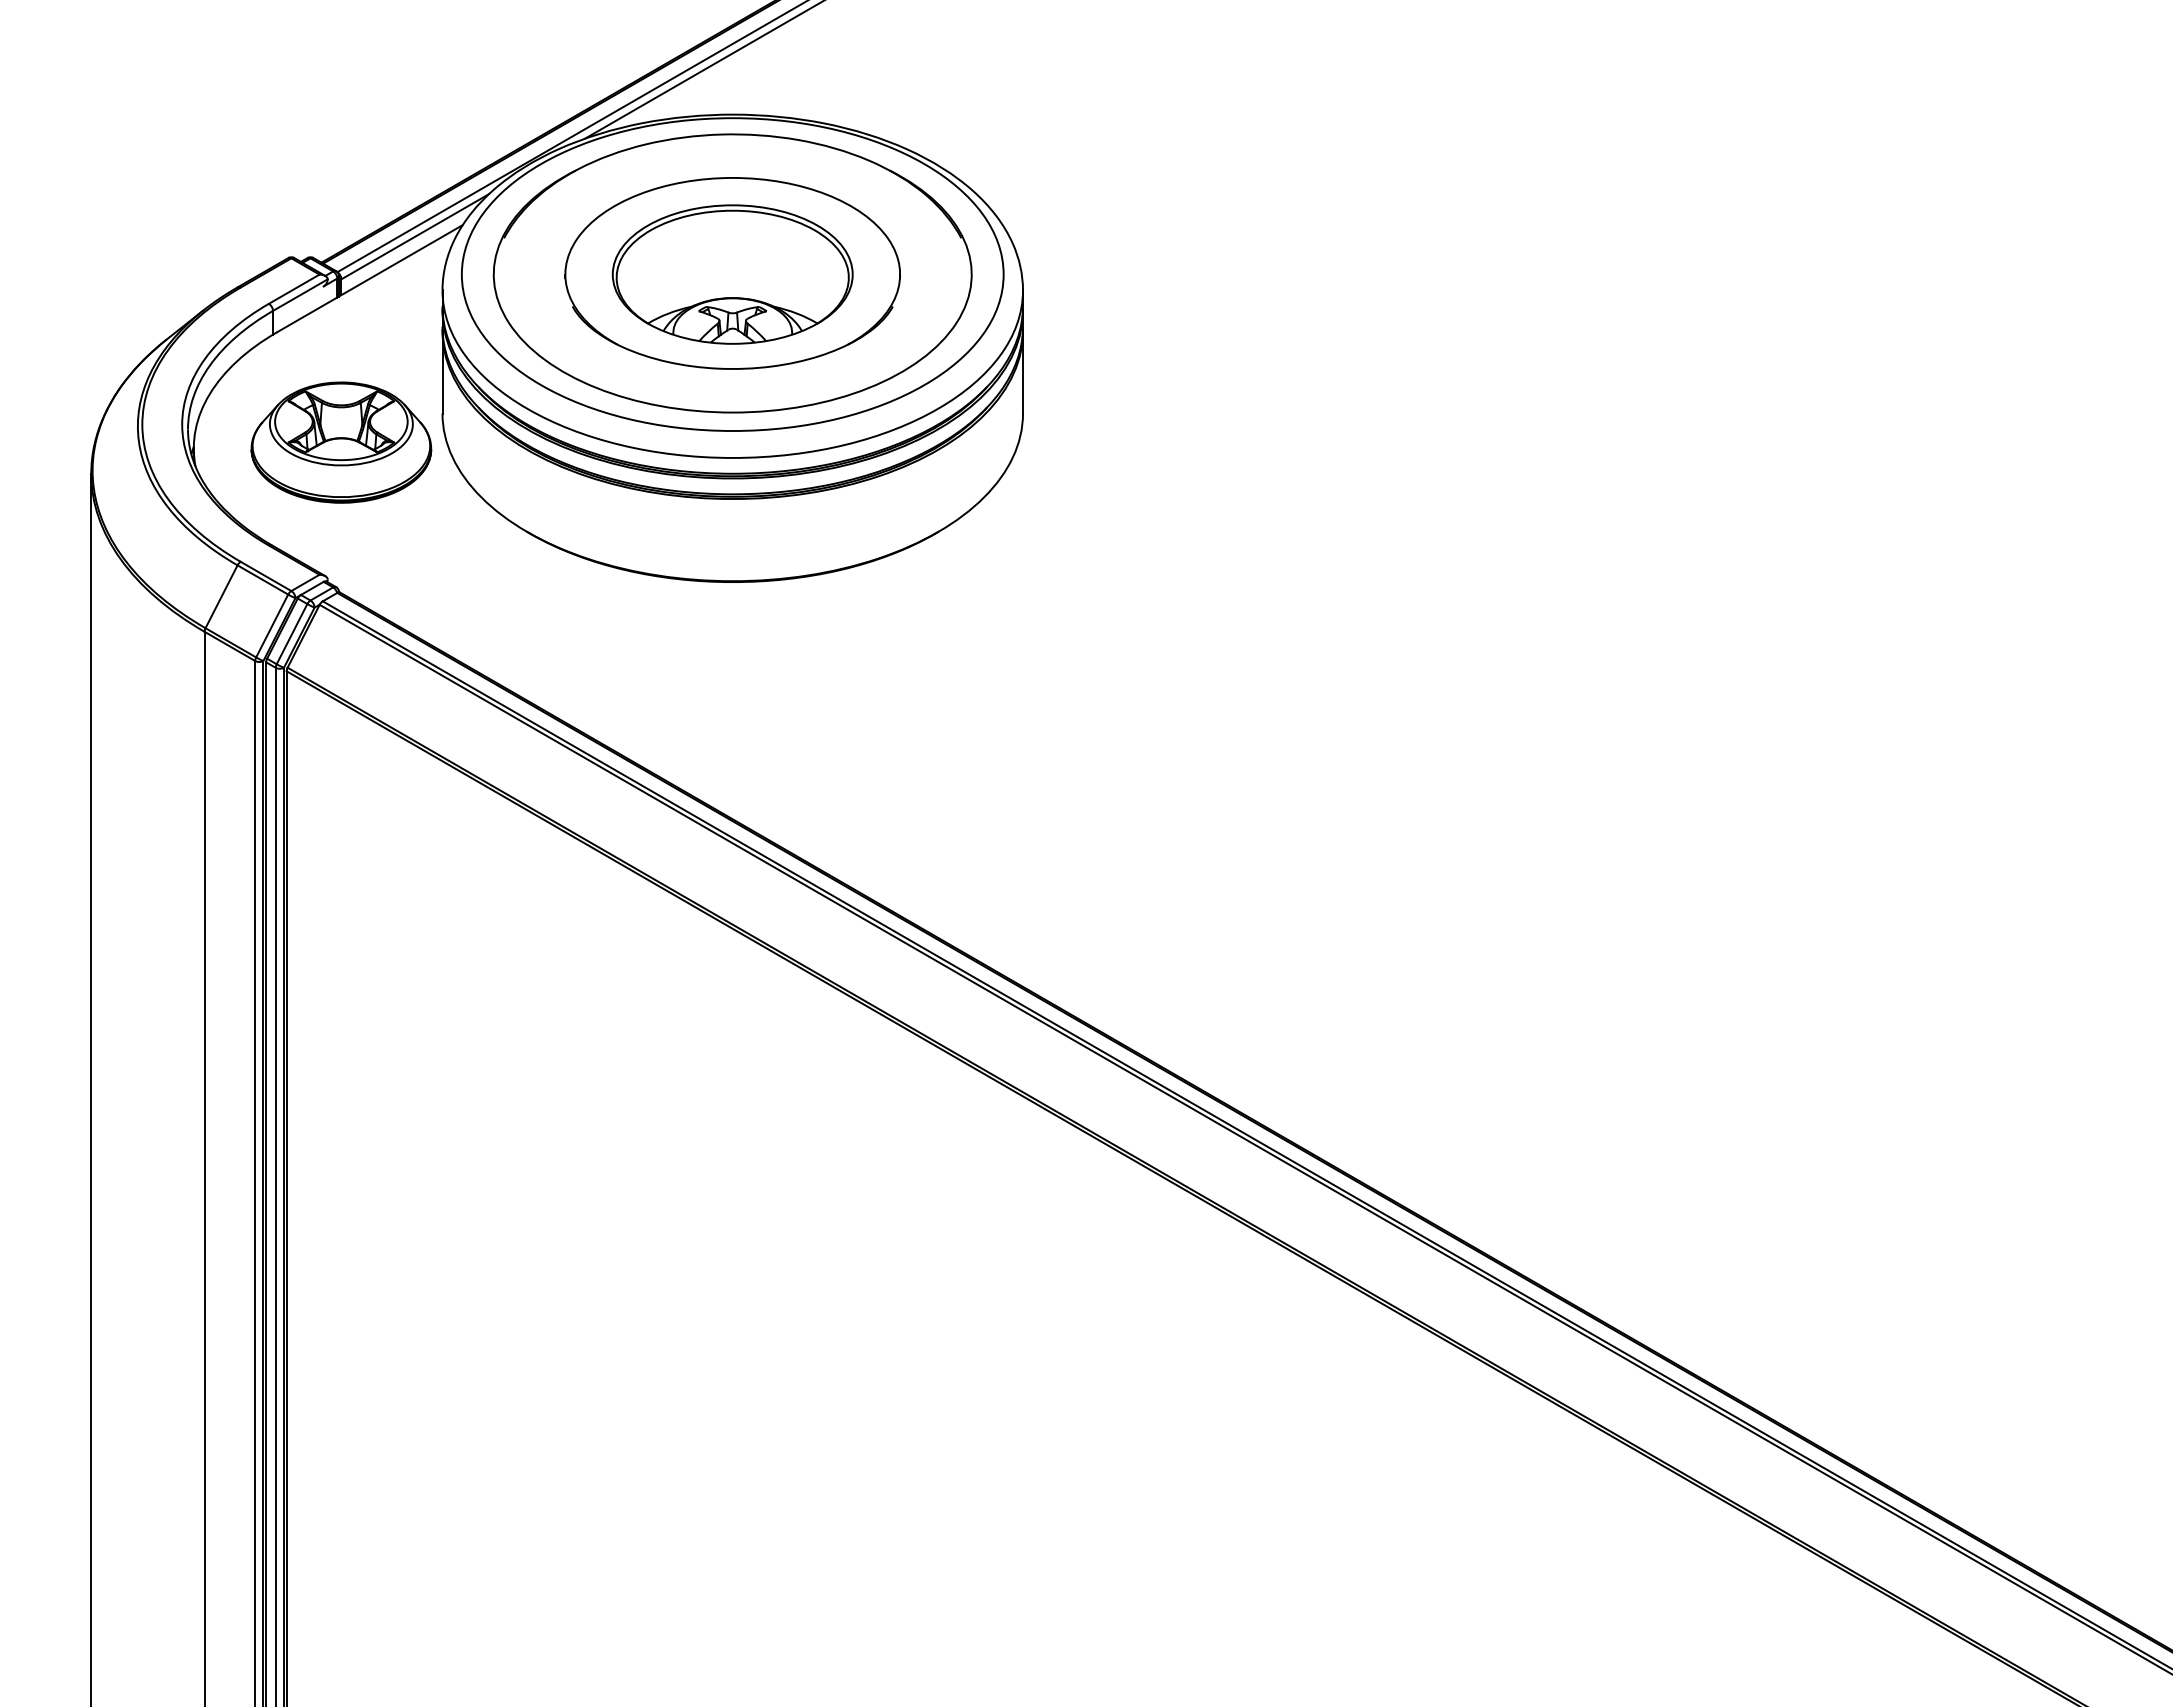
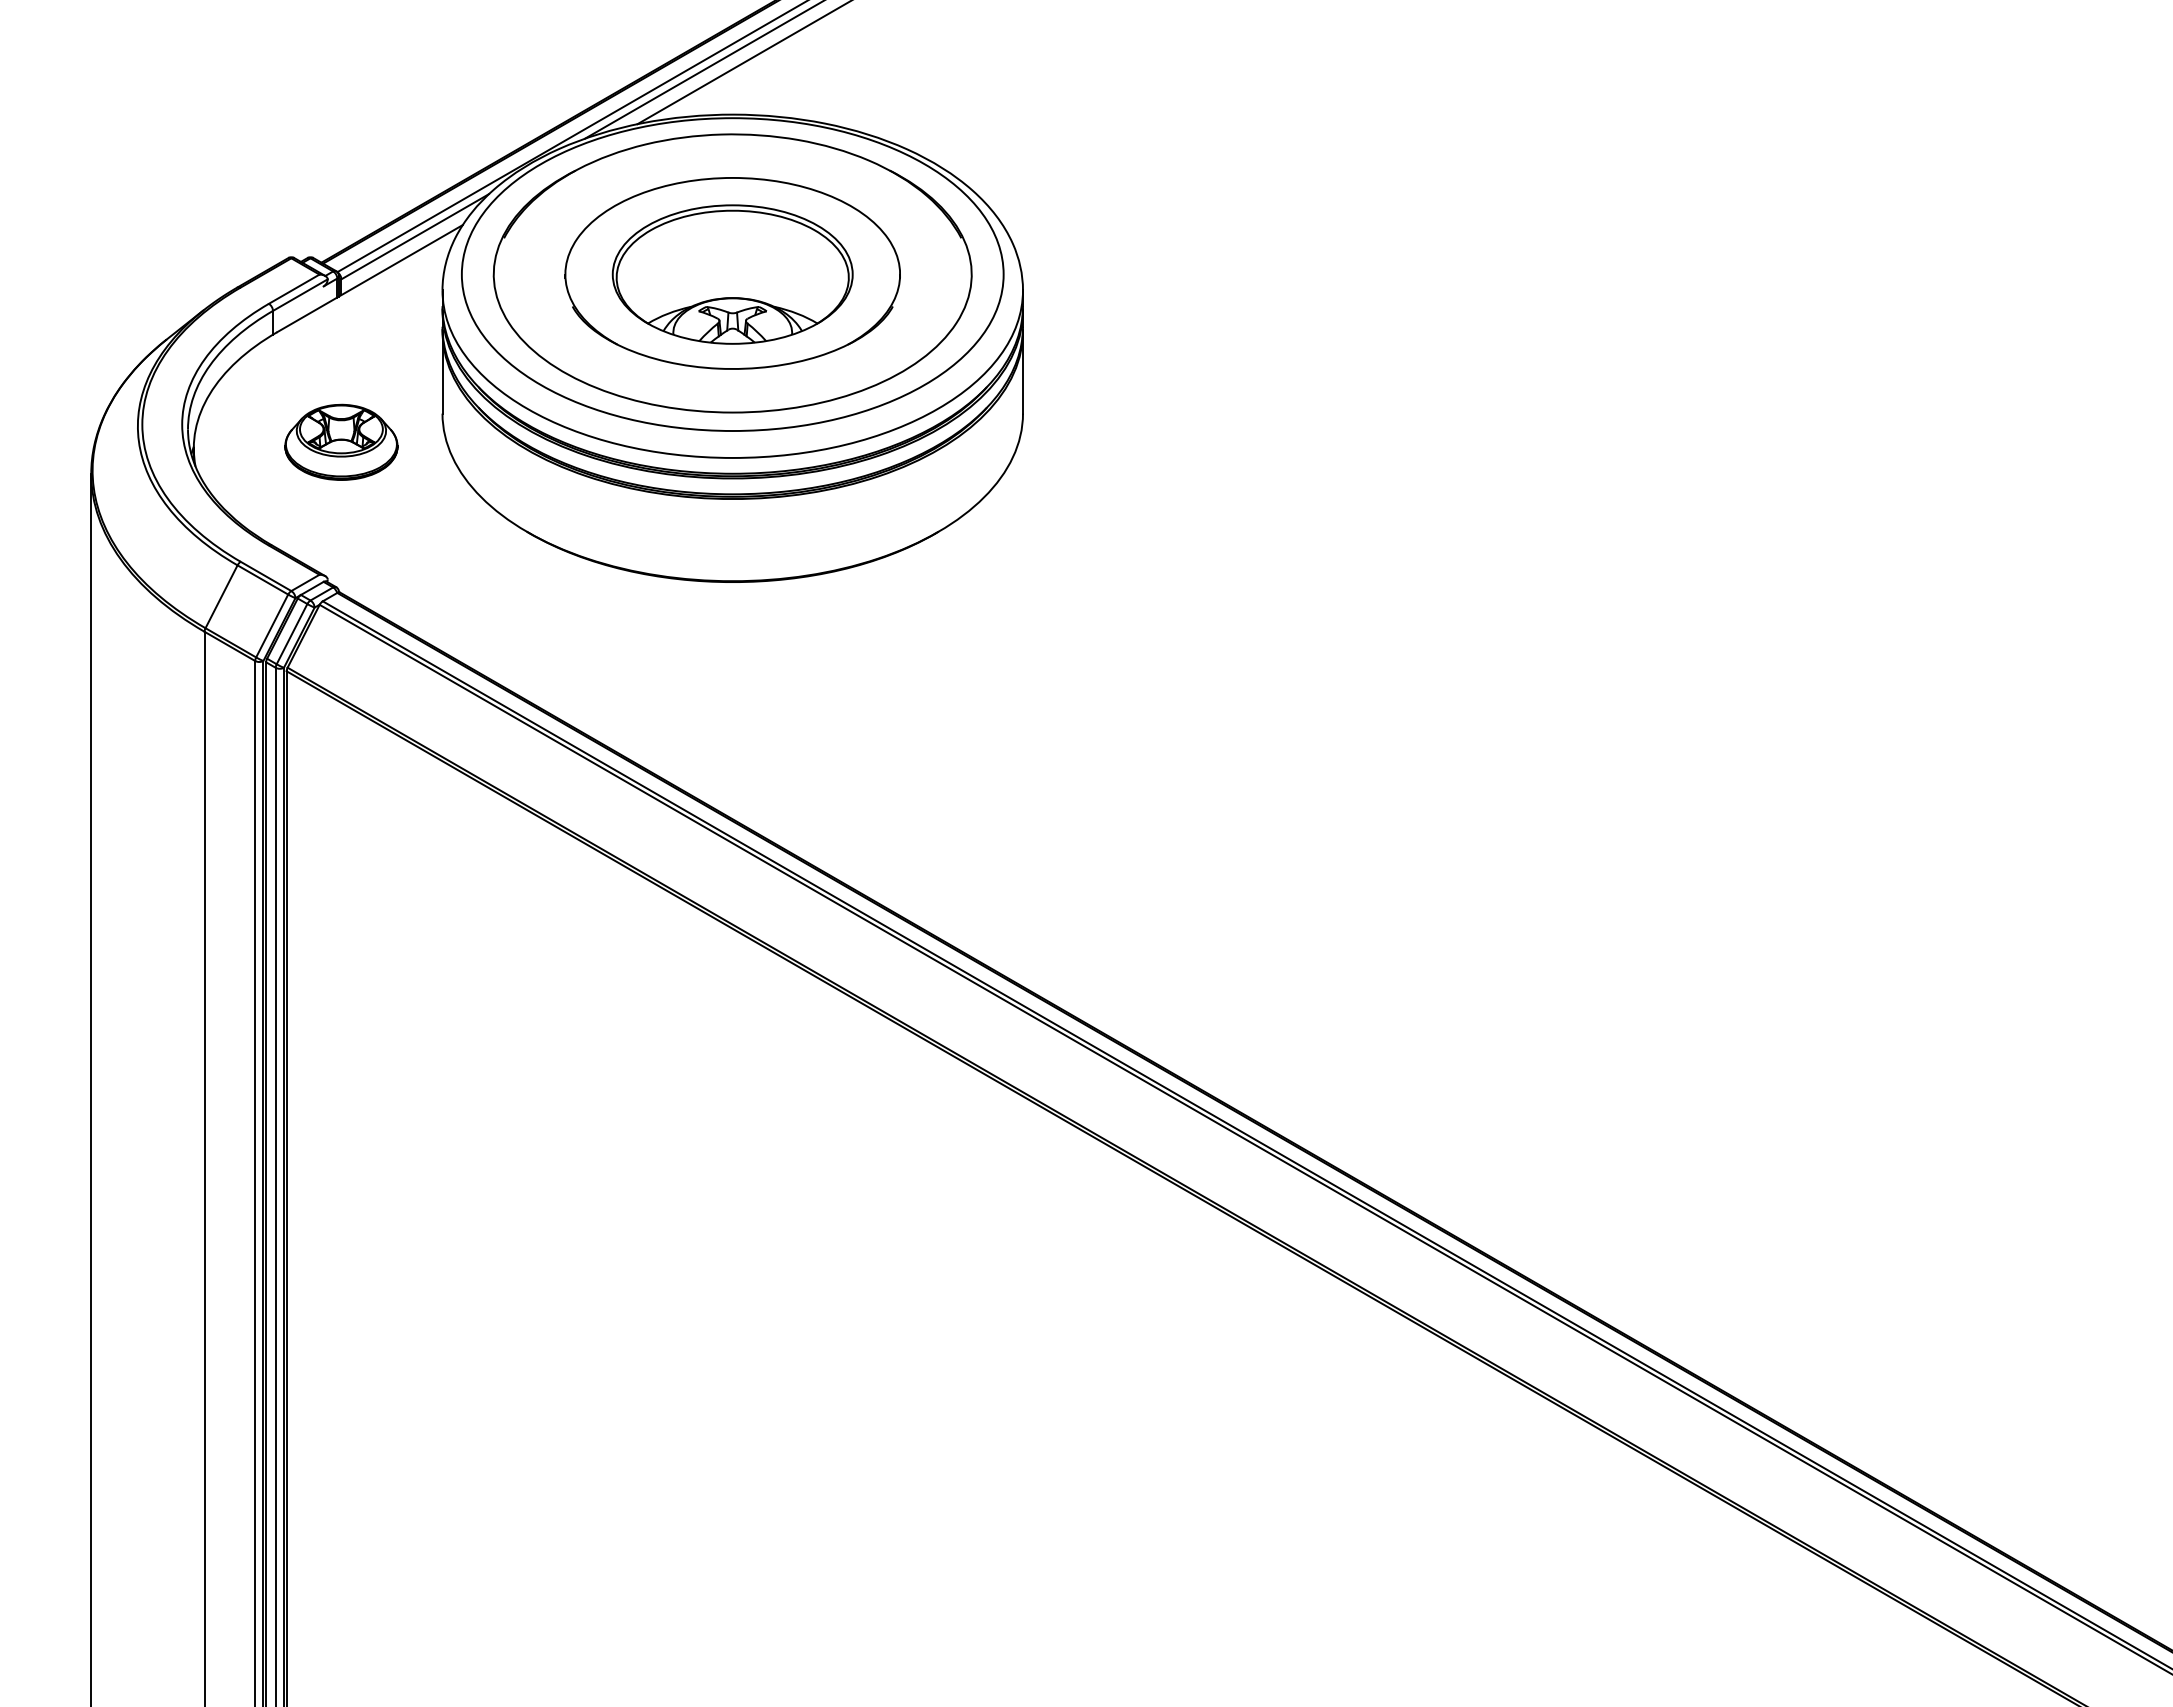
line at (742, 63): none -> present
part at (341, 442) size: 183x123 px -> 115x78 px
